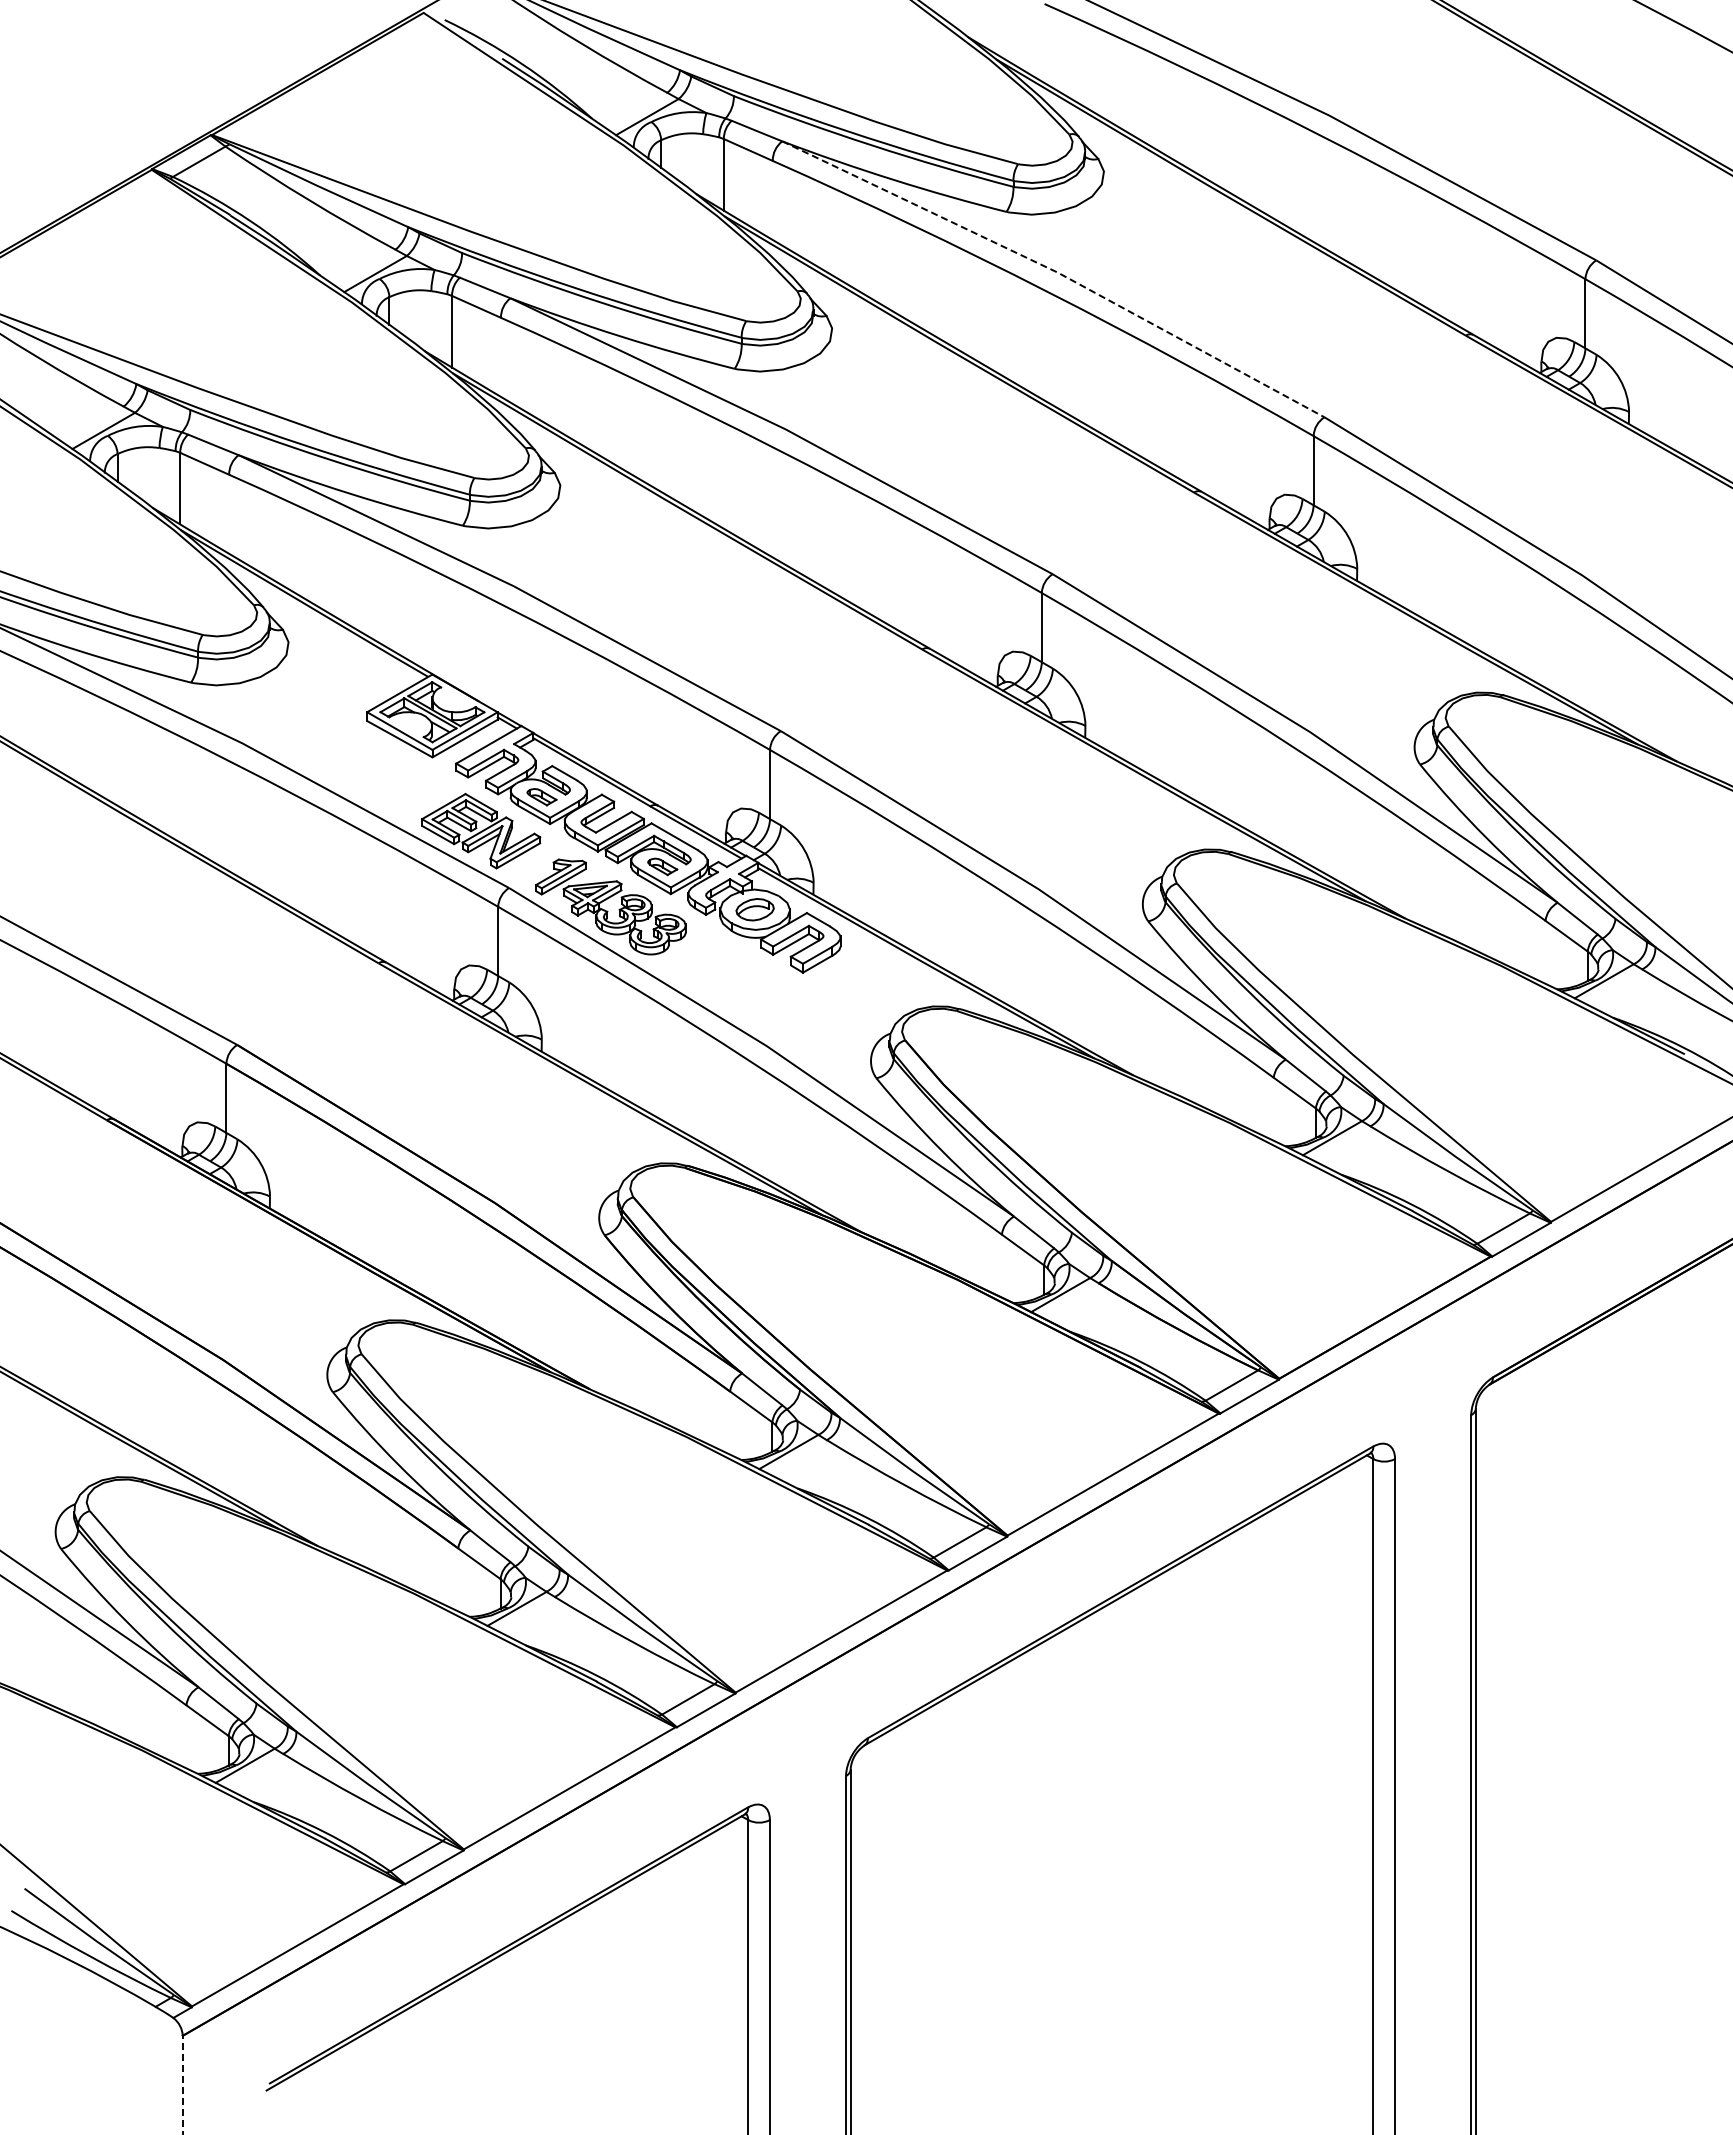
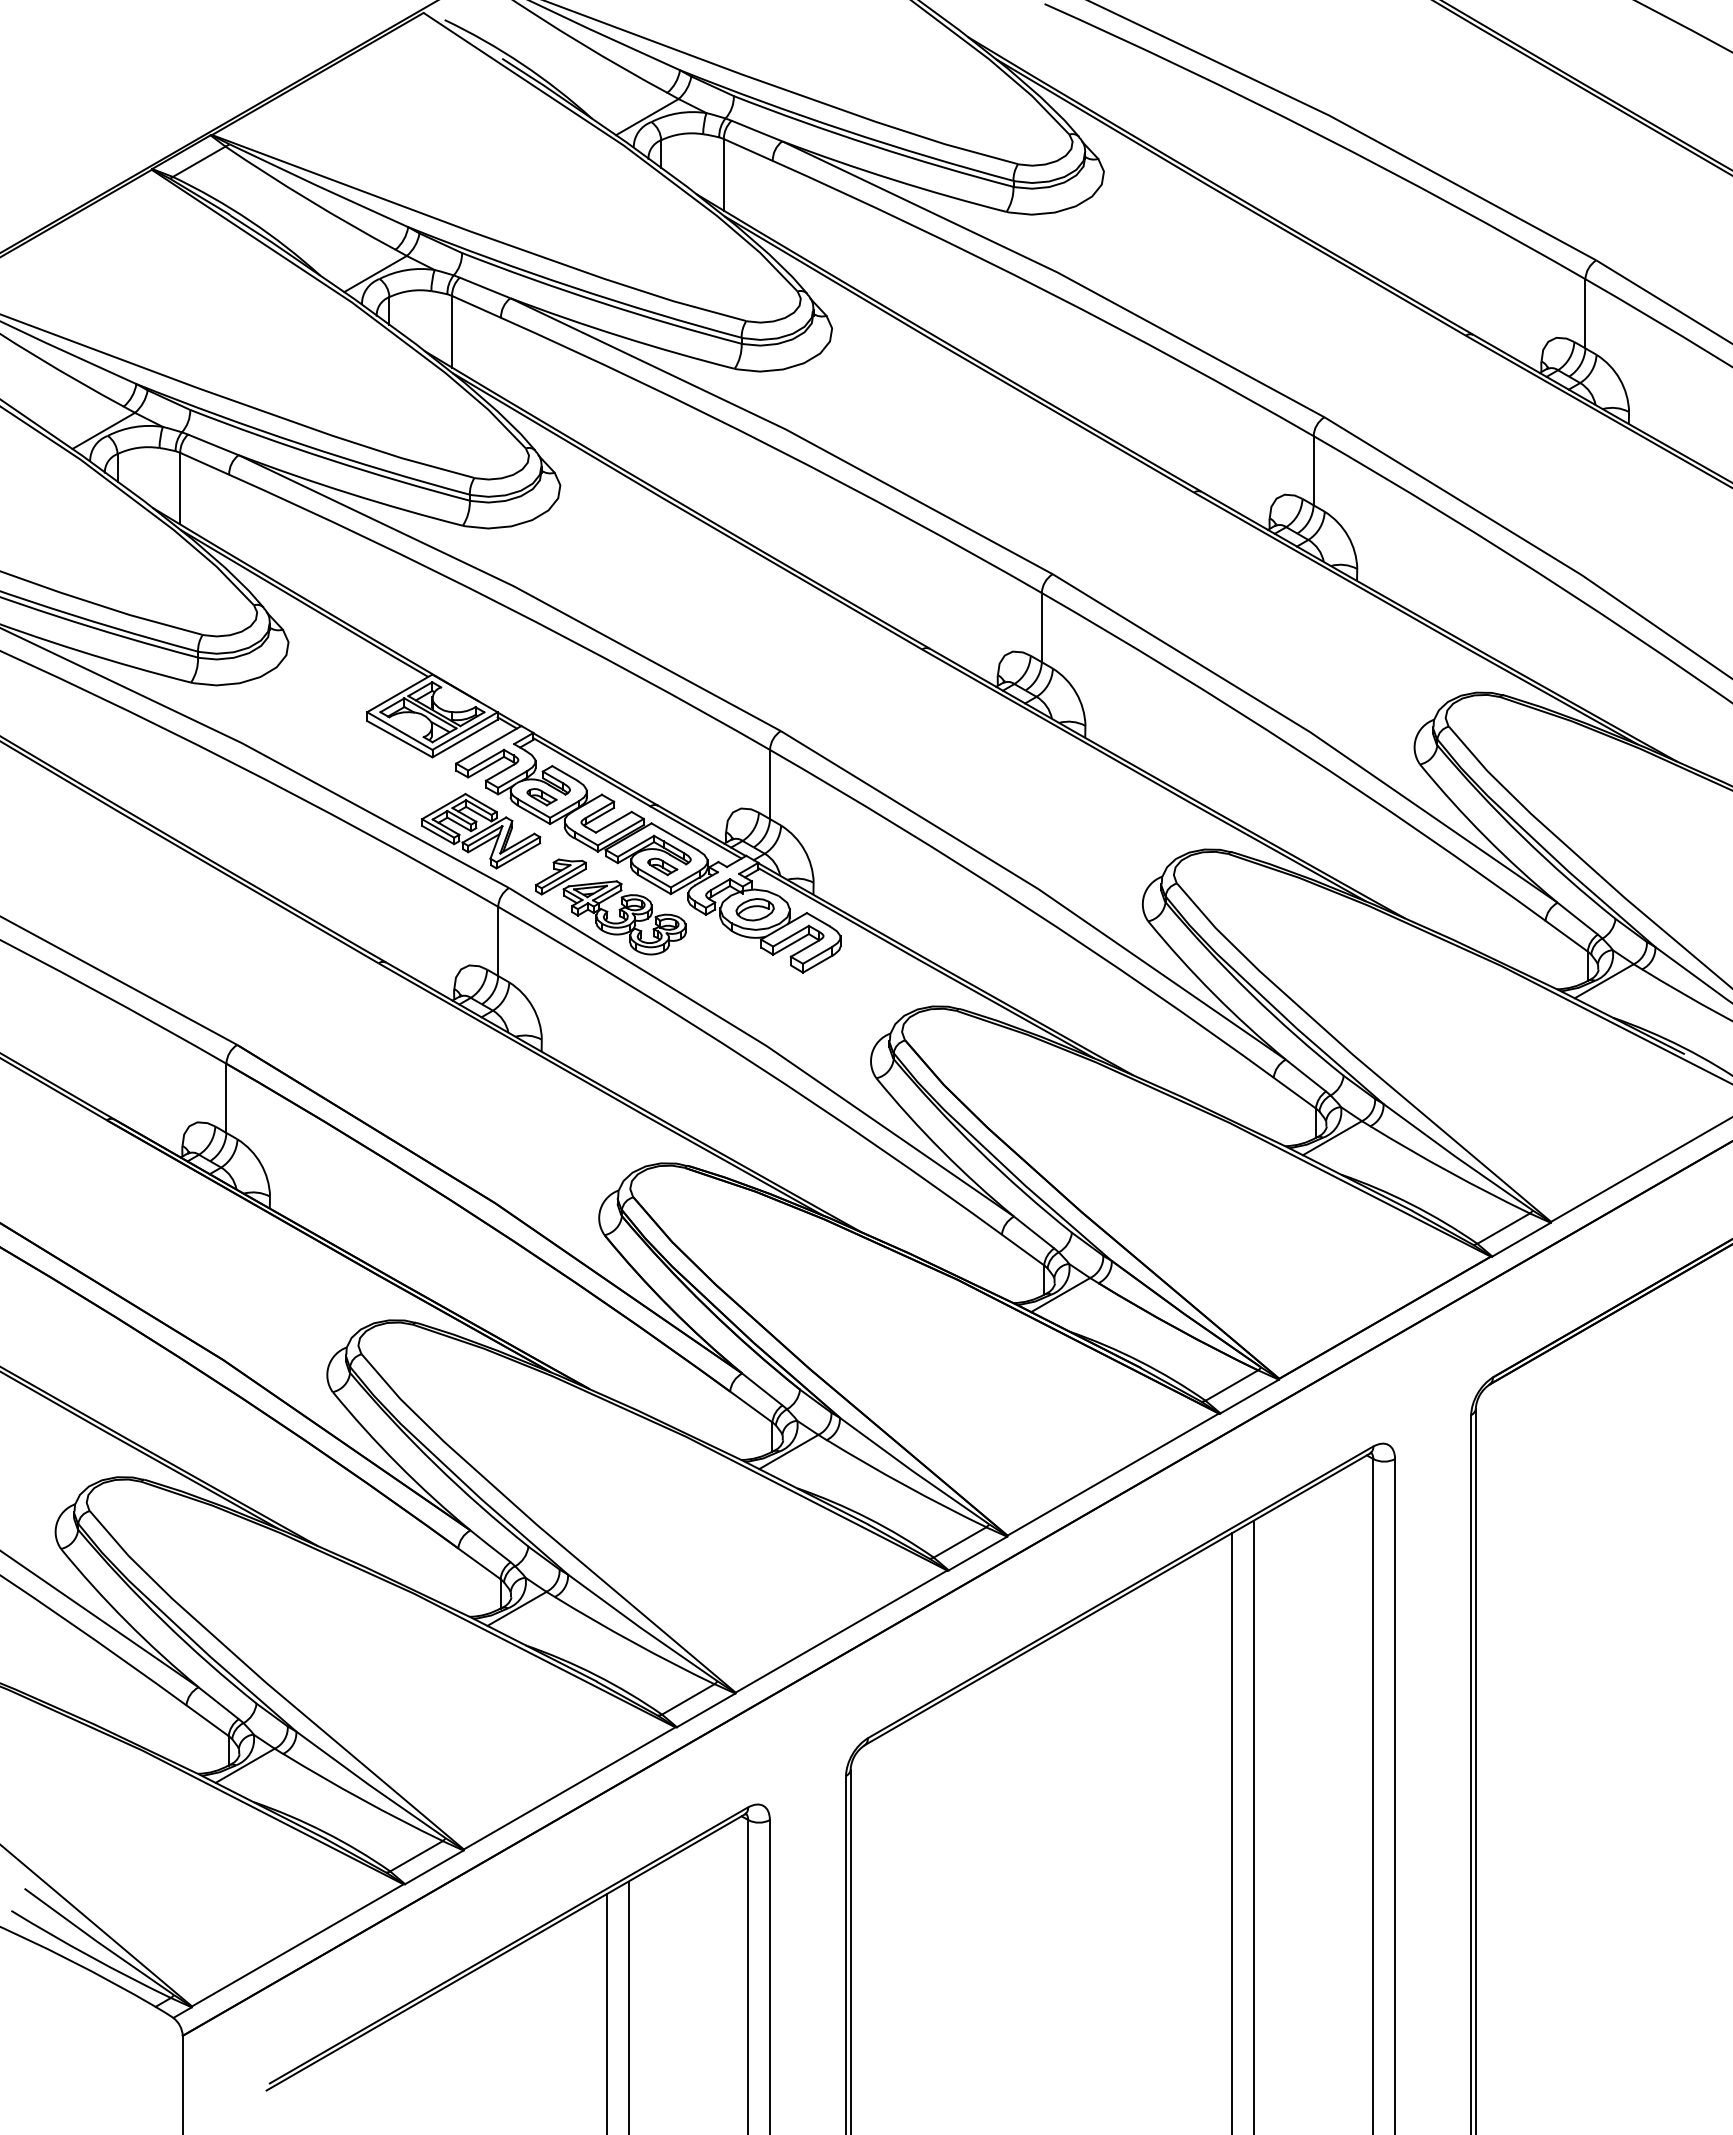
line at (1057, 272): dashed -> solid
line at (1253, 1825): none -> present
line at (1232, 1832): none -> present
line at (628, 2006): none -> present
line at (606, 2012): none -> present
line at (182, 2084): dashed -> solid
